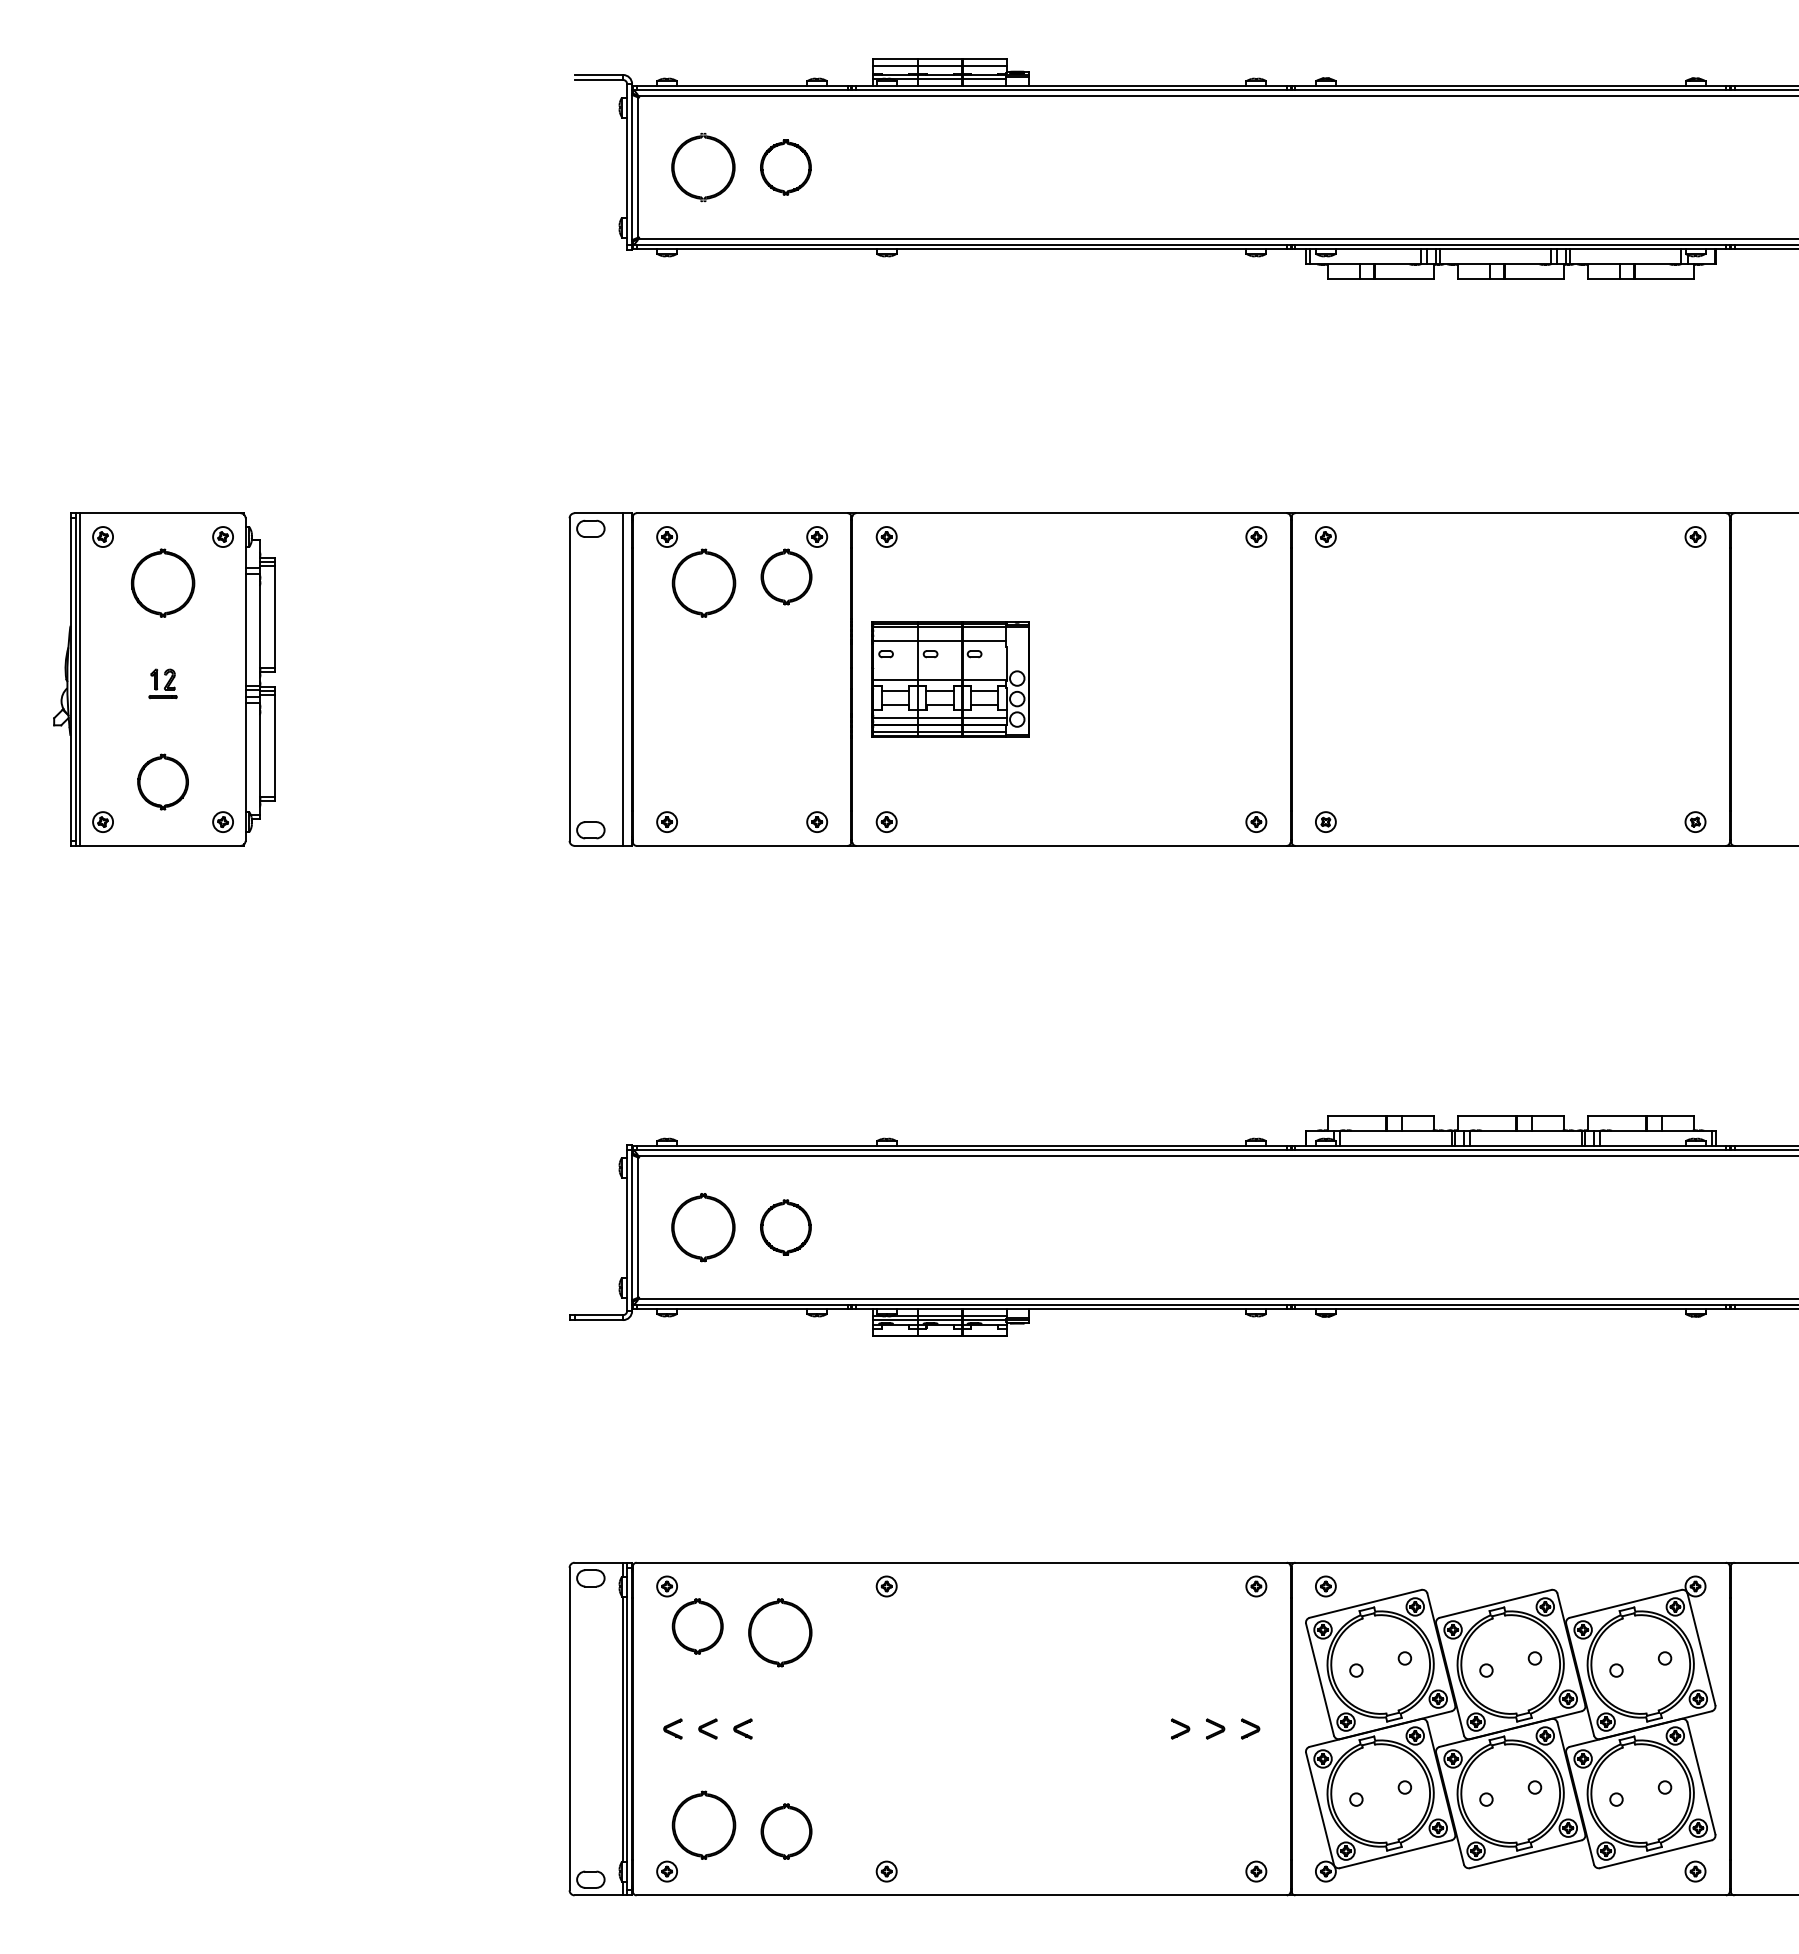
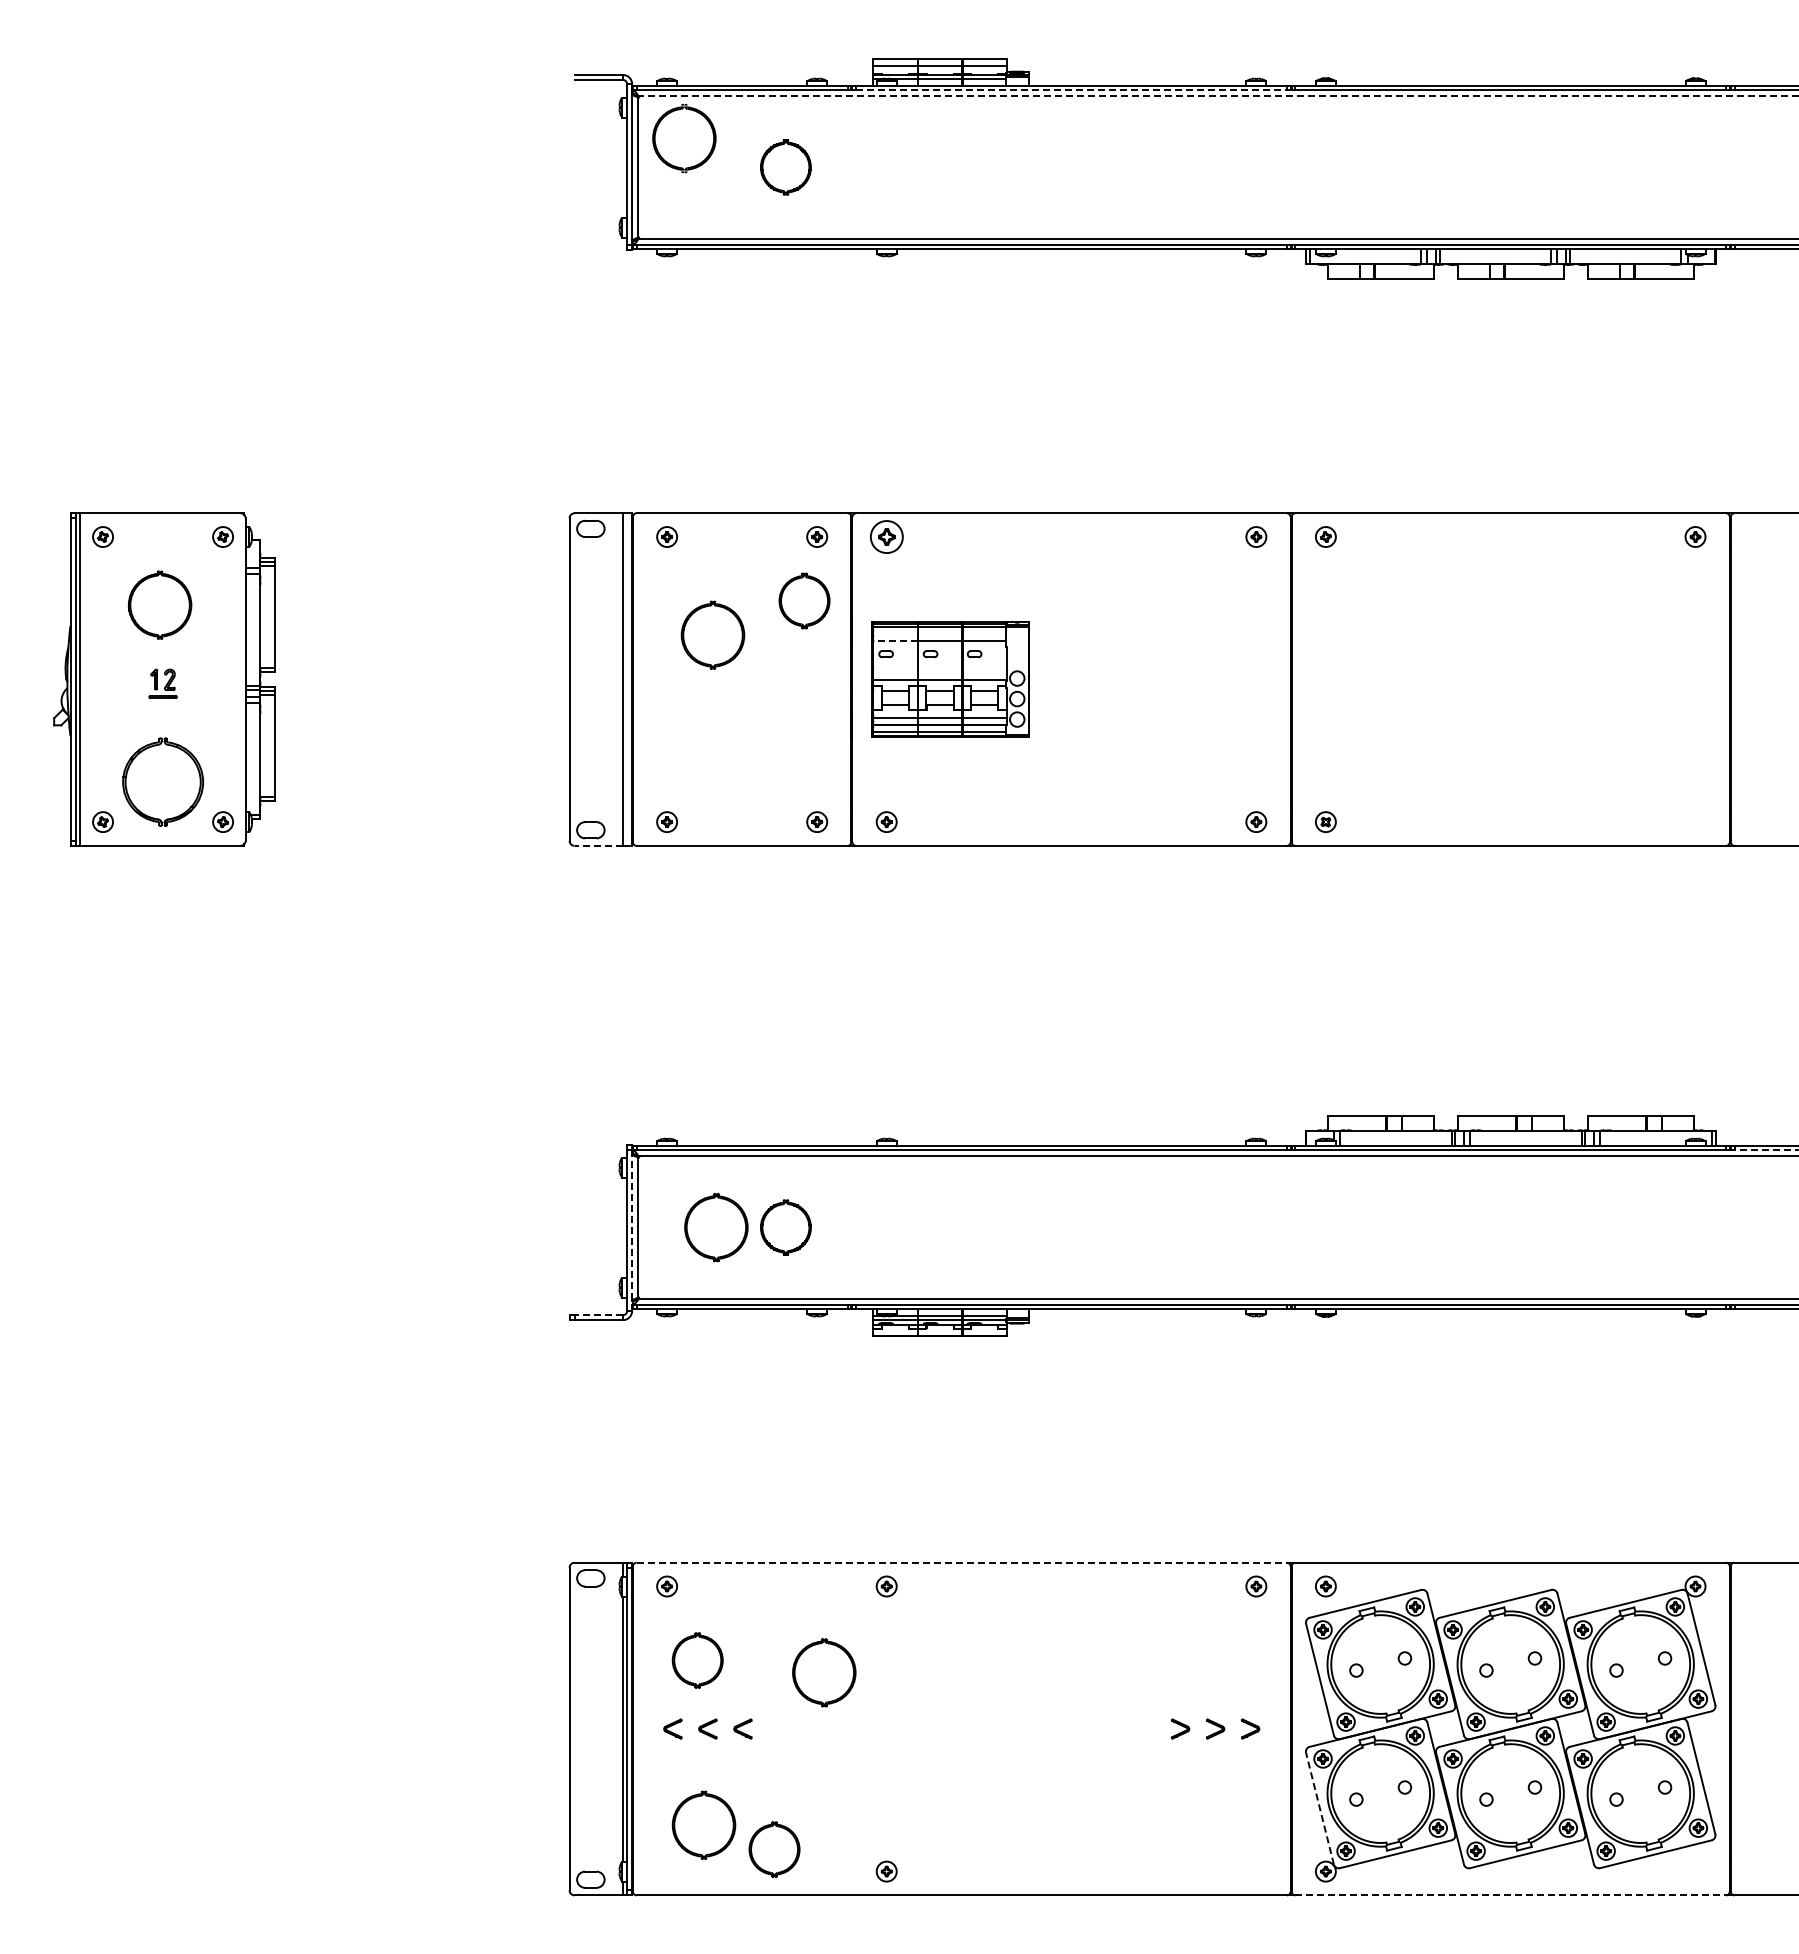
line at (1072, 90): solid -> dashed
line at (1218, 96): solid -> dashed
part at (703, 167) position: (703, 167) -> (684, 138)
part at (886, 536) size: 23x22 px -> 34x34 px
part at (786, 576) position: (786, 576) -> (804, 600)
part at (163, 582) position: (163, 582) -> (160, 604)
part at (703, 582) position: (703, 582) -> (712, 634)
line at (895, 641): solid -> dashed
part at (162, 781) size: 52x58 px -> 82x90 px
part at (1695, 821): present -> none
line at (598, 845): solid -> dashed
line at (1766, 1150): solid -> dashed
part at (703, 1227) position: (703, 1227) -> (716, 1227)
line at (632, 1230): solid -> dashed
line at (598, 1315): solid -> dashed
line at (962, 1562): solid -> dashed
part at (697, 1626) position: (697, 1626) -> (697, 1660)
part at (780, 1632) position: (780, 1632) -> (824, 1672)
line at (1320, 1808): solid -> dashed
part at (786, 1831) position: (786, 1831) -> (774, 1849)
part at (666, 1871): present -> none
part at (1256, 1871): present -> none
part at (1695, 1871): present -> none
line at (1511, 1895): solid -> dashed
